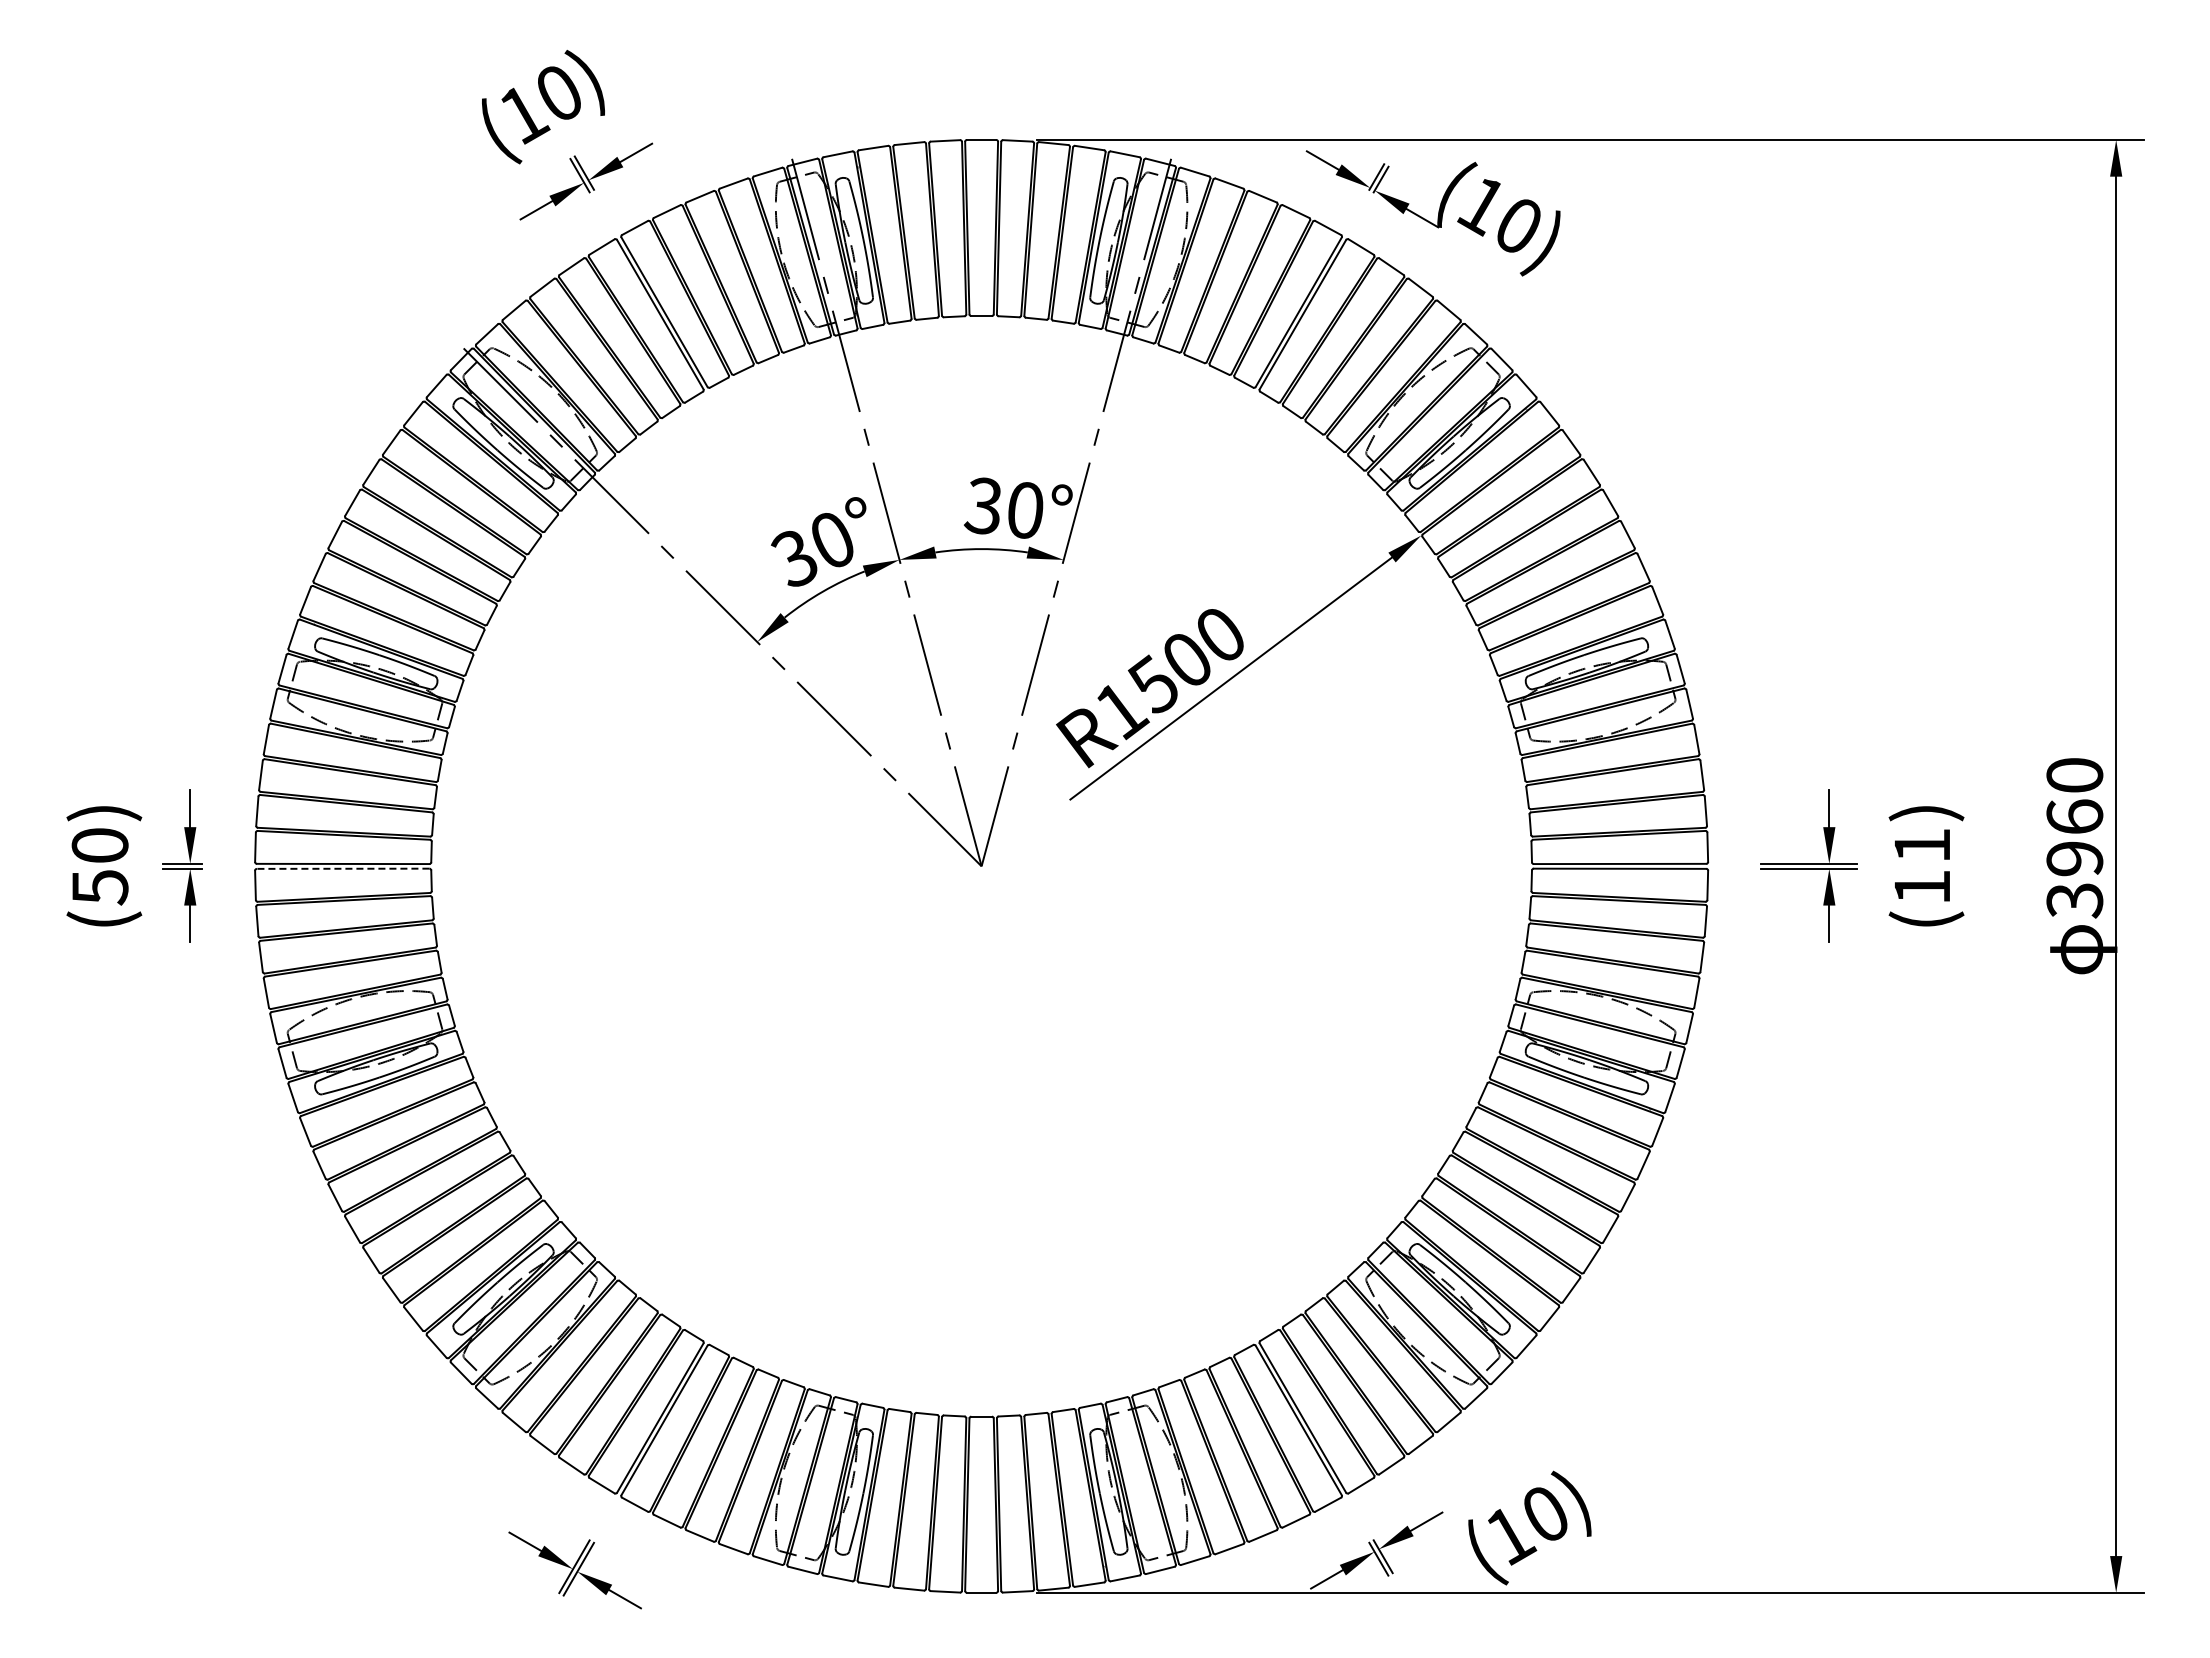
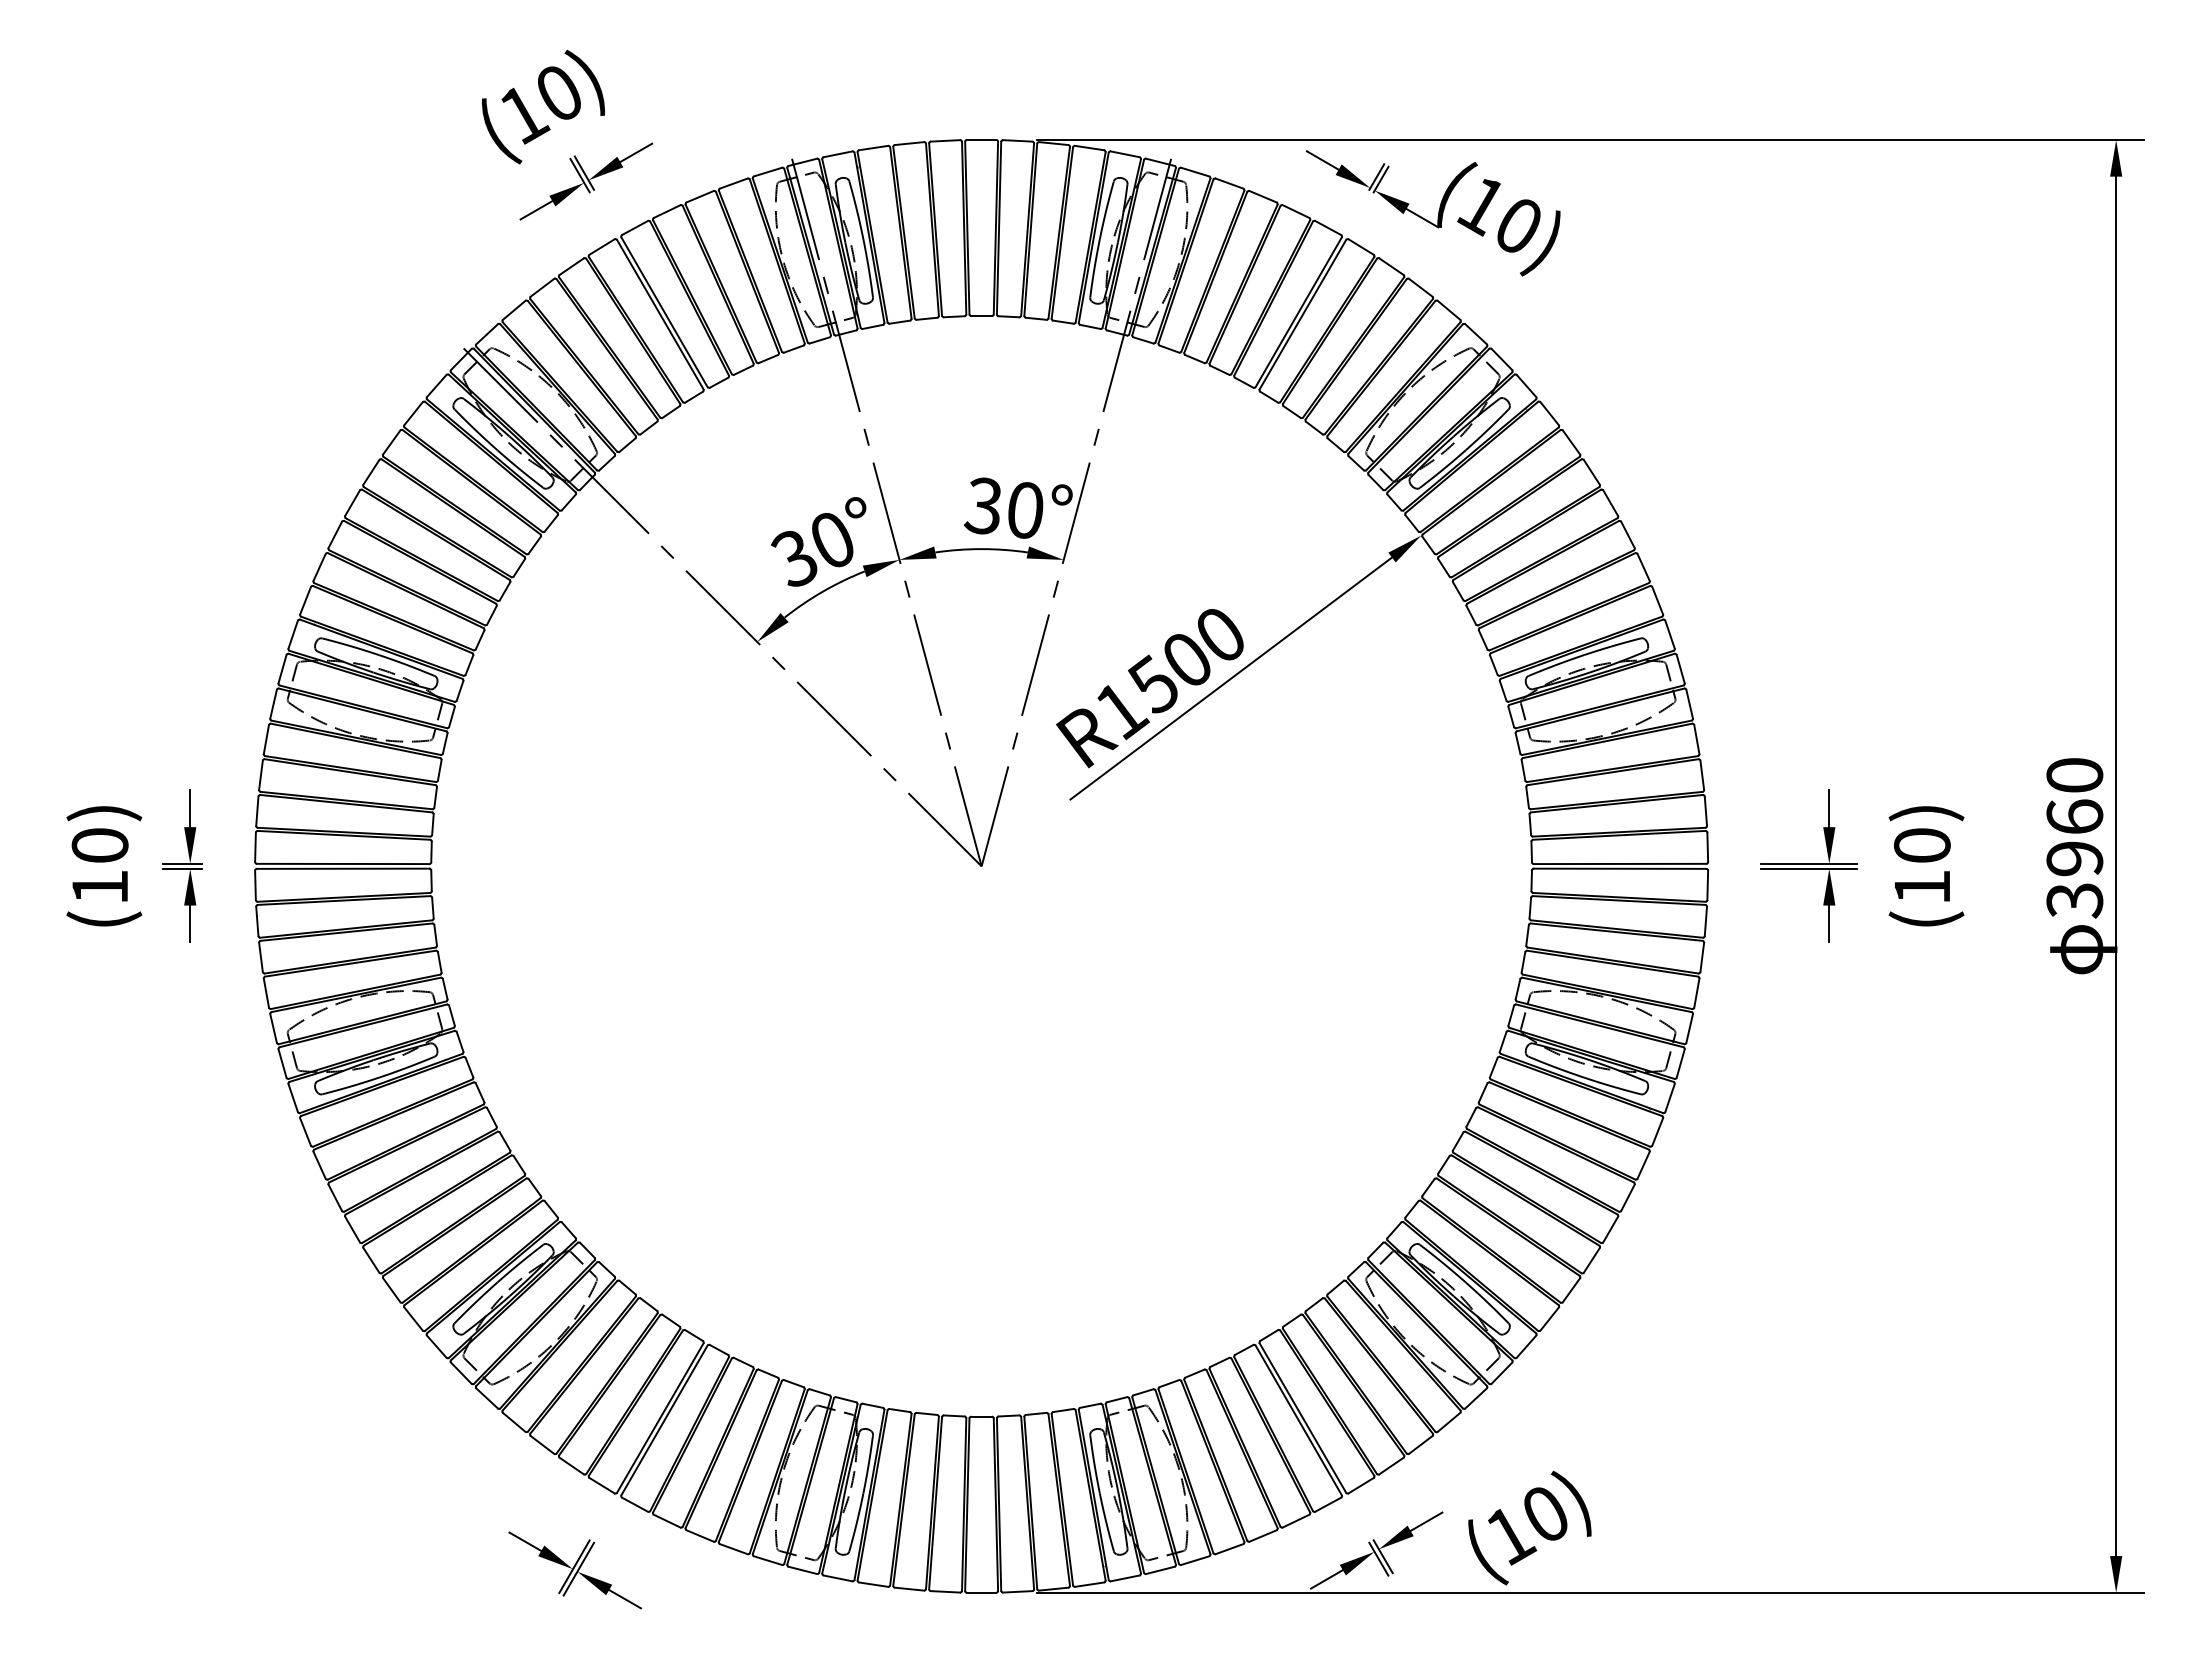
text at (1922, 845): (11) -> (10)
line at (342, 868): dashed -> solid
text at (100, 887): (50) -> (10)
